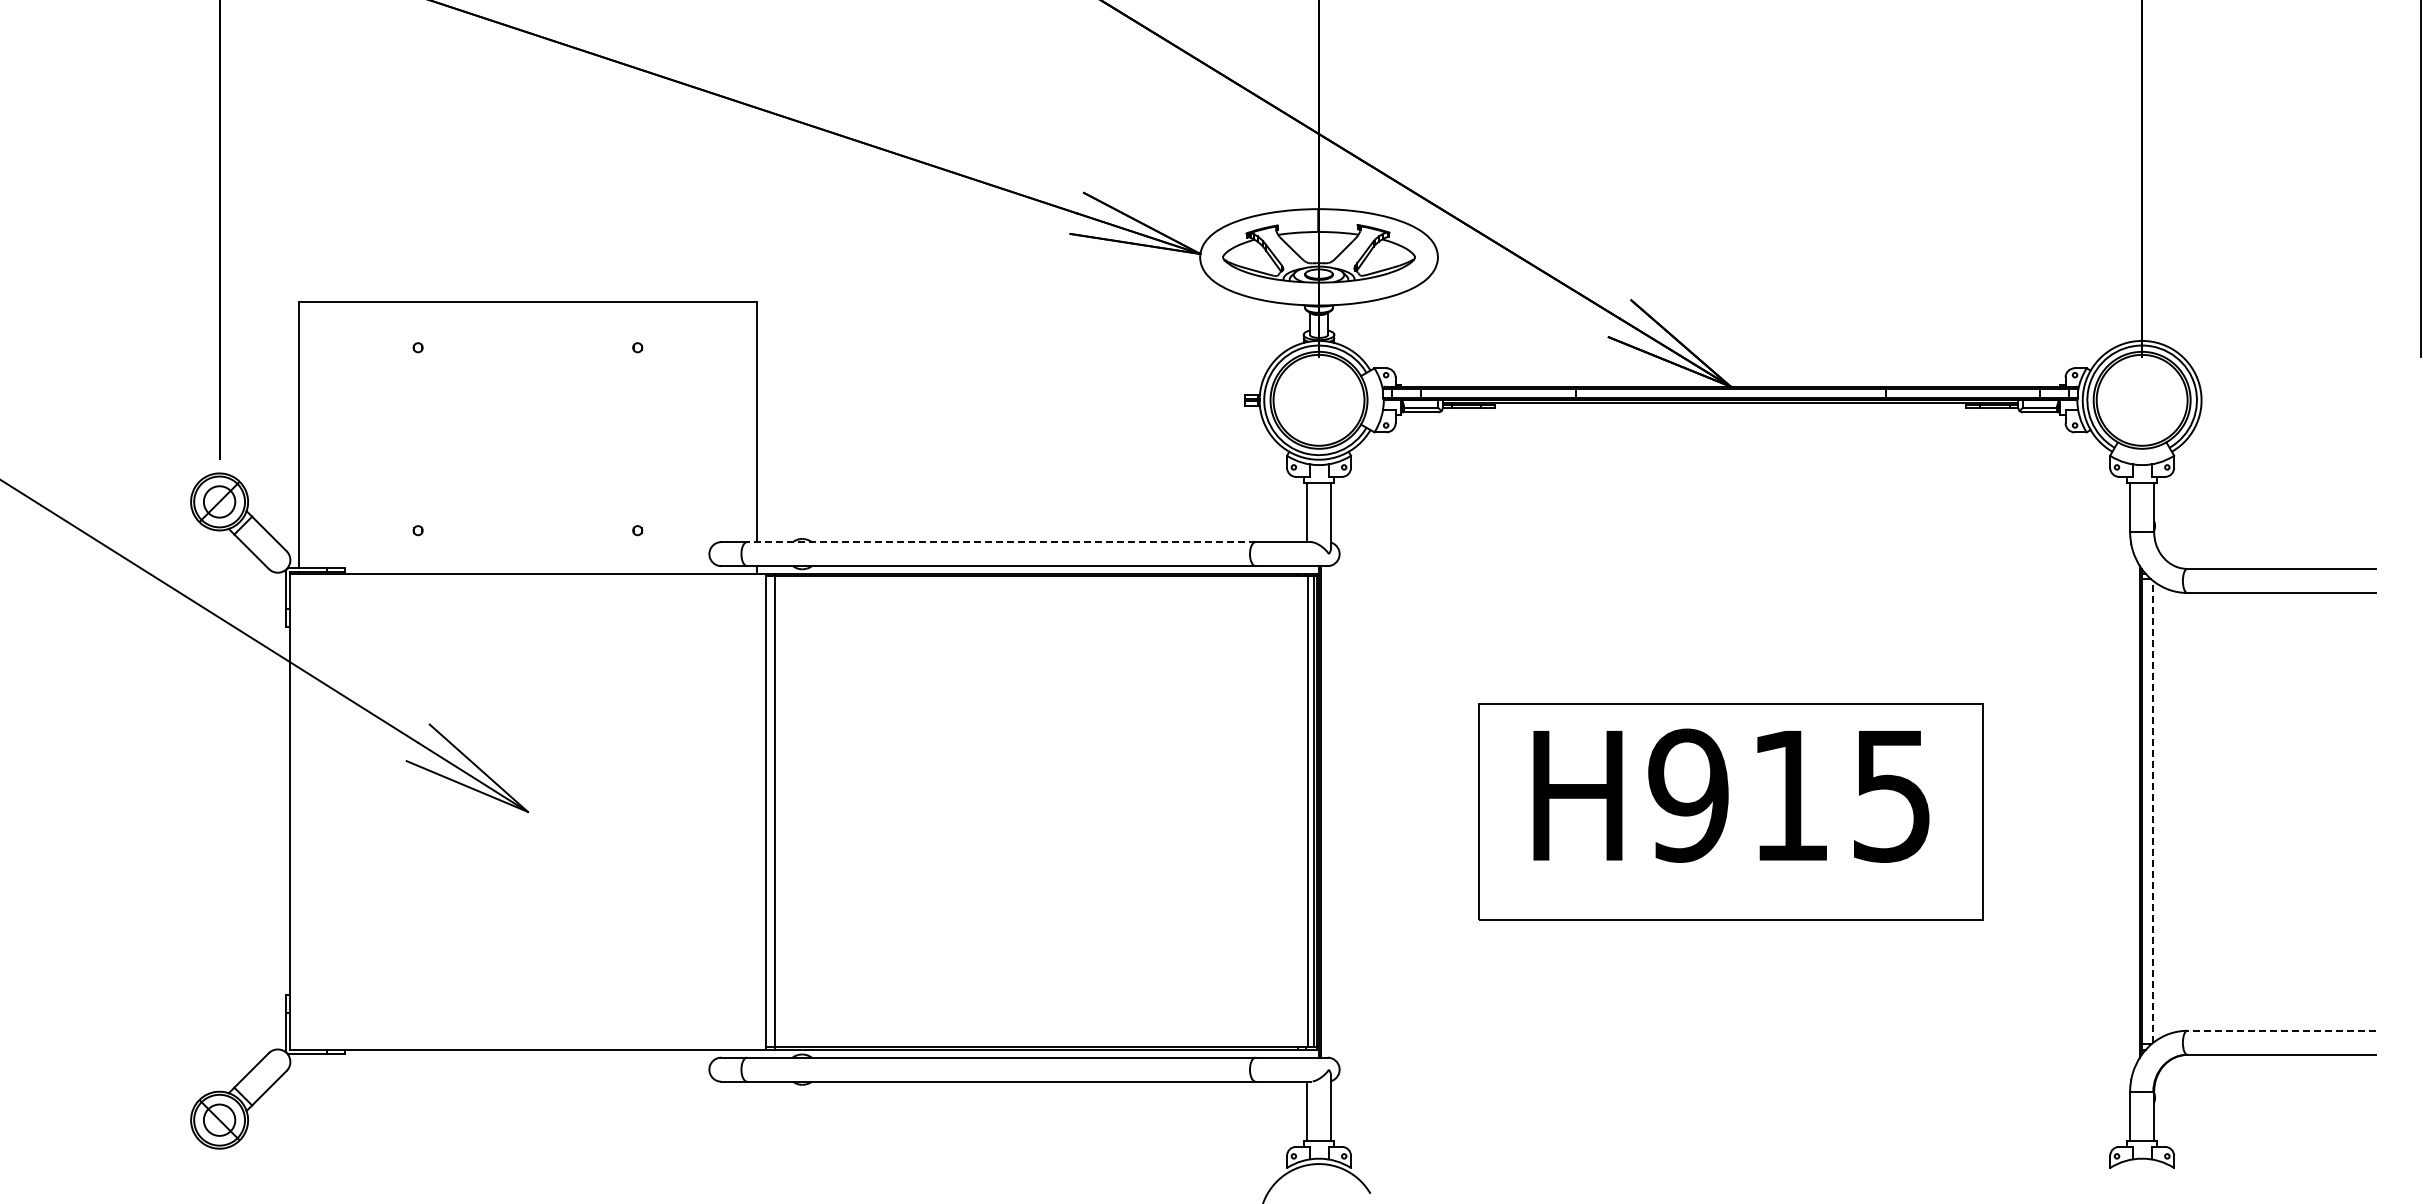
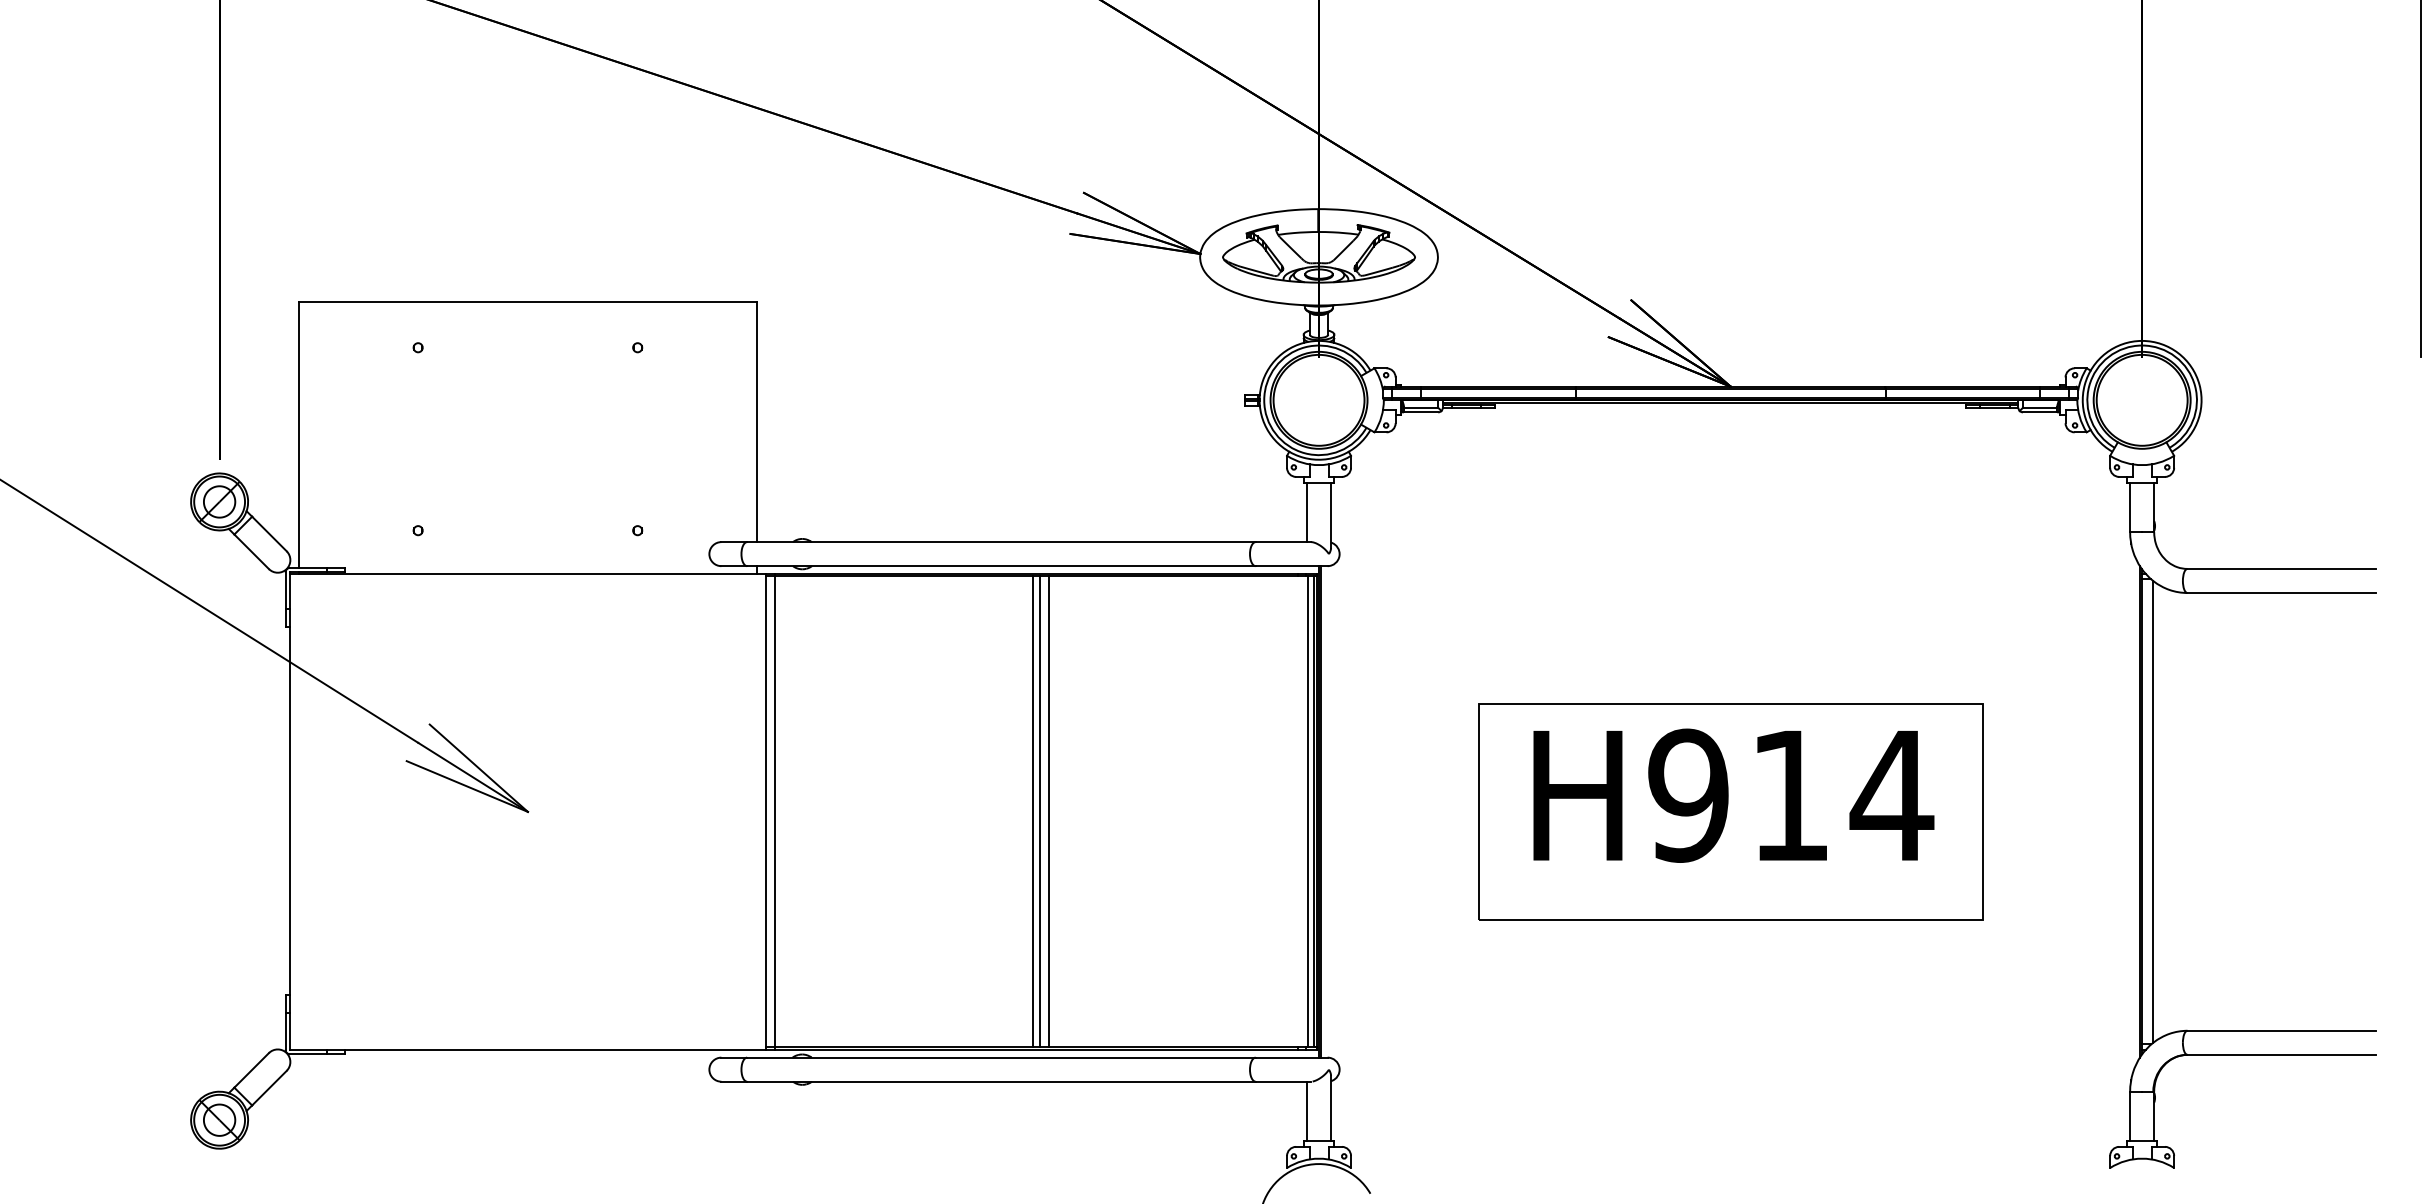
line at (1000, 542): dashed -> solid
text at (1891, 796): H915 -> H914
line at (1033, 811): none -> present
line at (1040, 811): none -> present
line at (1049, 811): none -> present
line at (2153, 811): dashed -> solid
line at (2281, 1030): dashed -> solid
